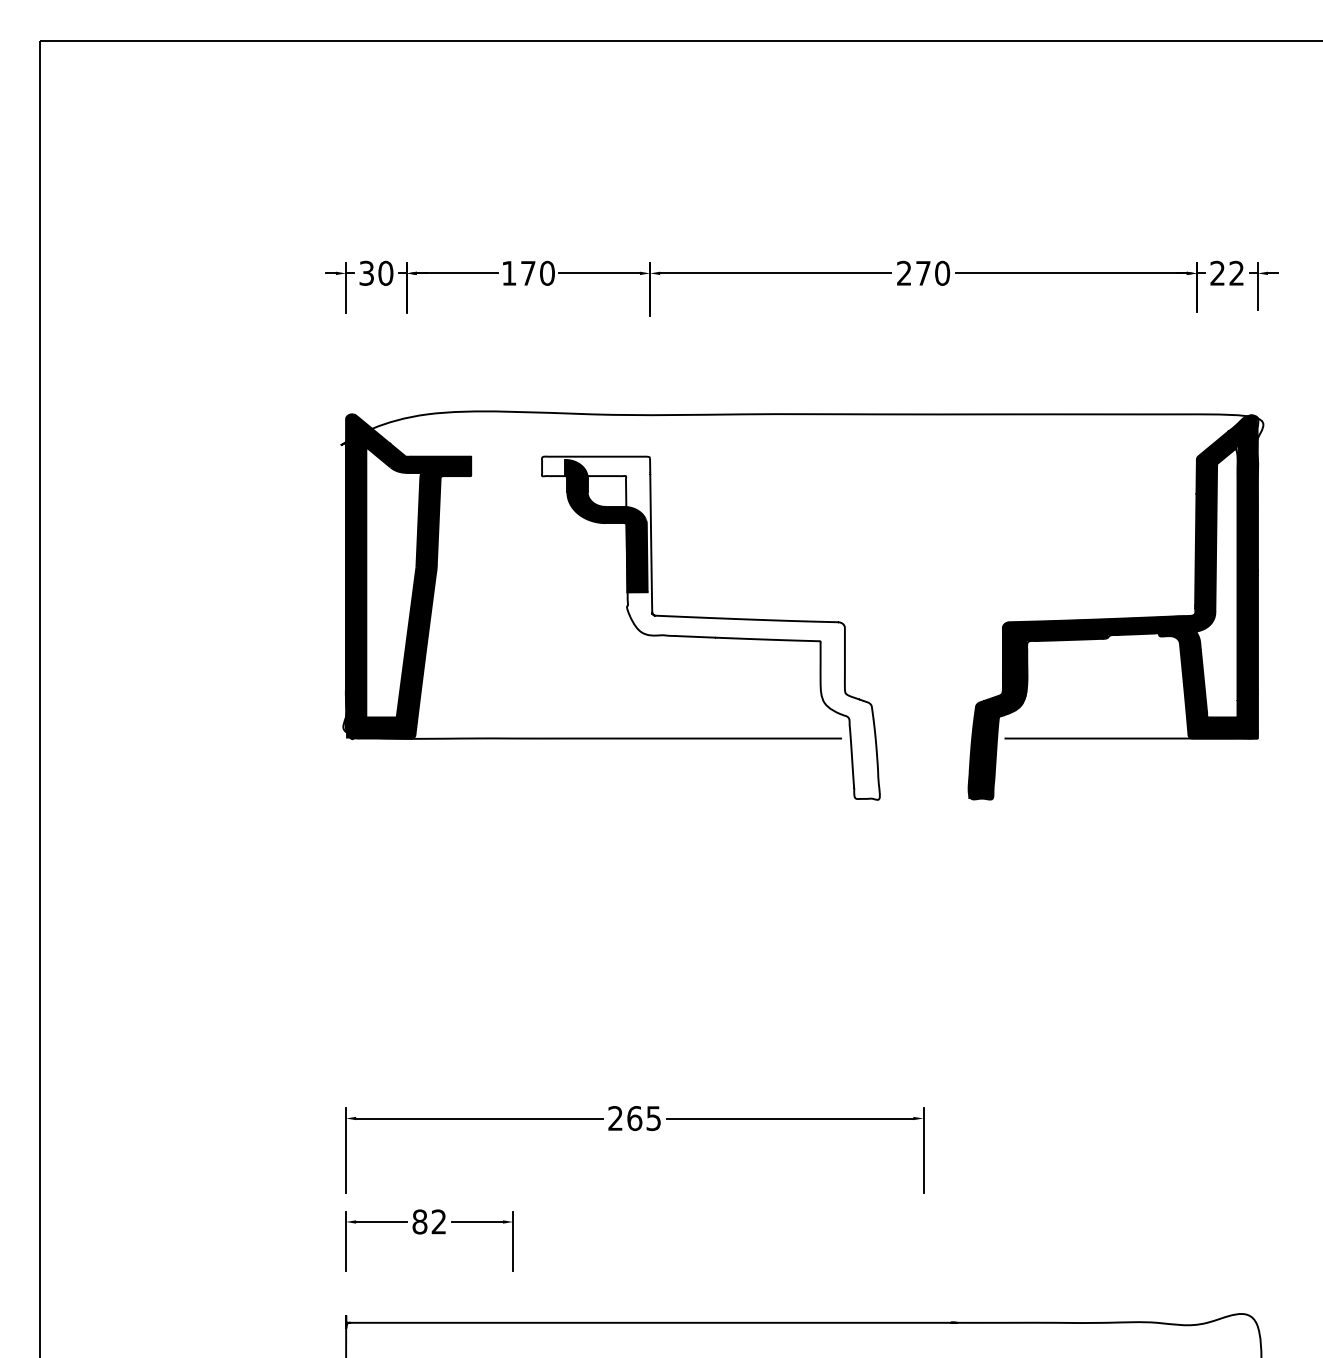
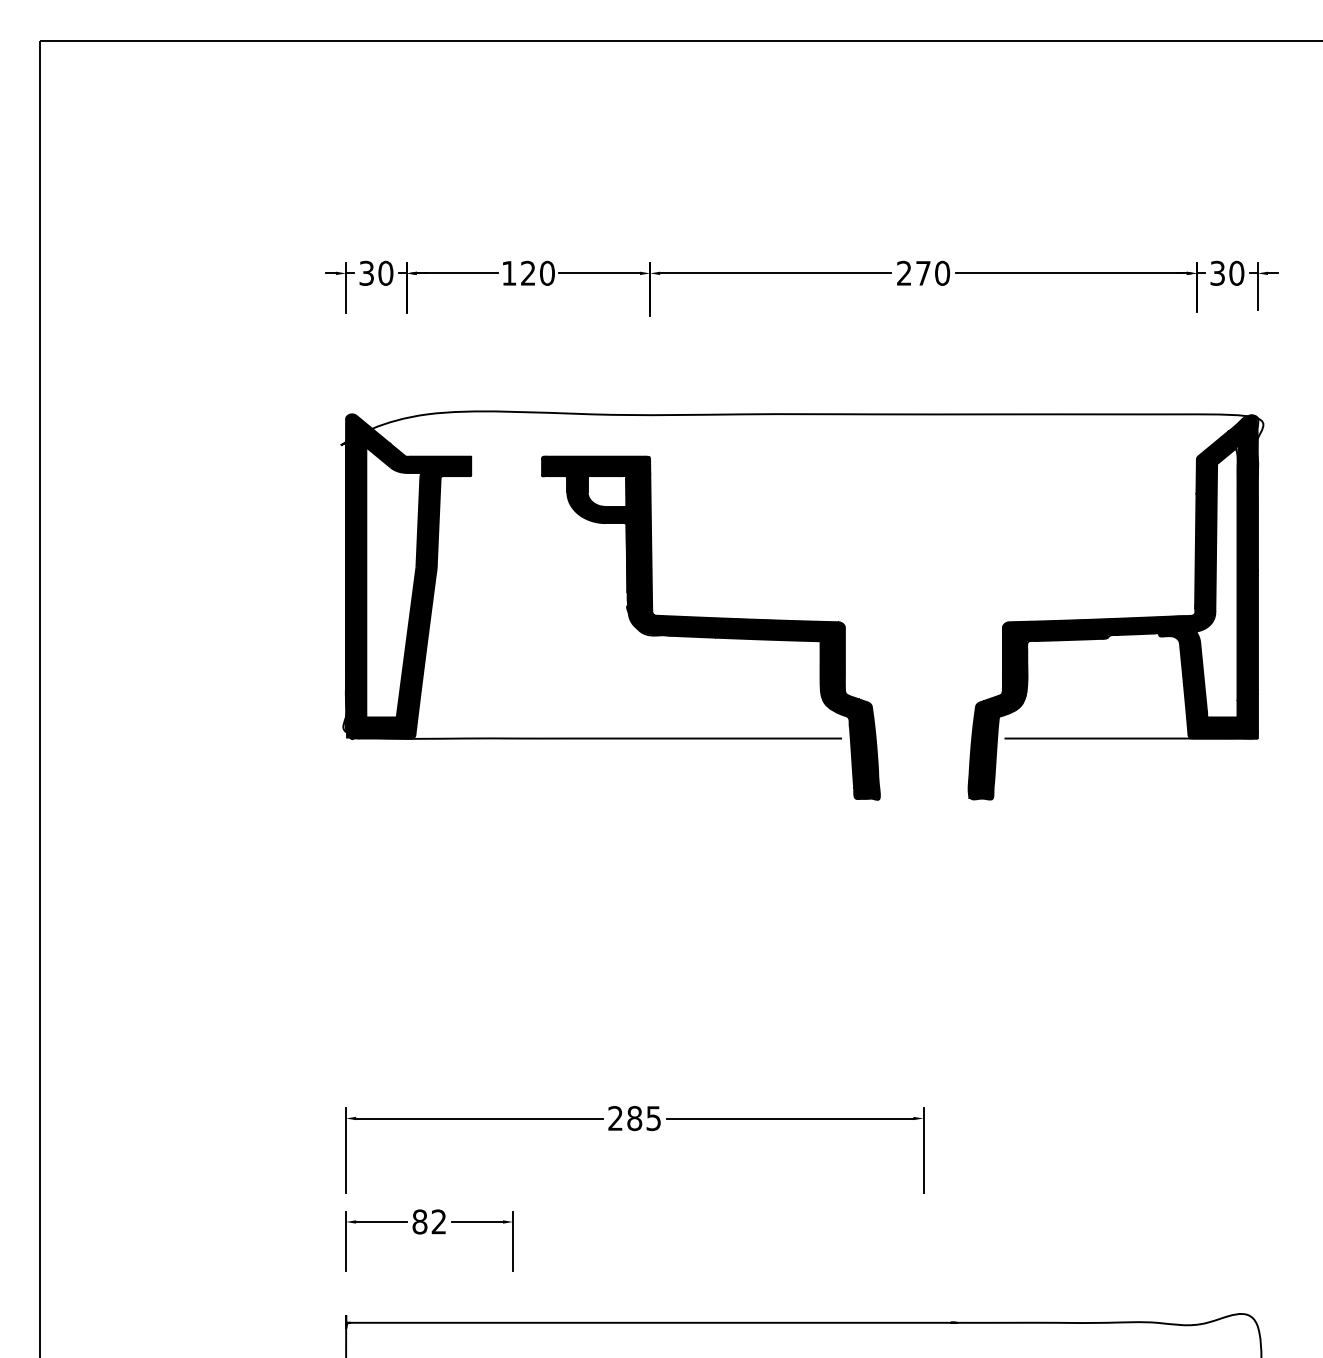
text at (528, 272): 170 -> 120
text at (1227, 272): 22 -> 30
fill at (710, 627): none -> present
text at (634, 1118): 265 -> 285
